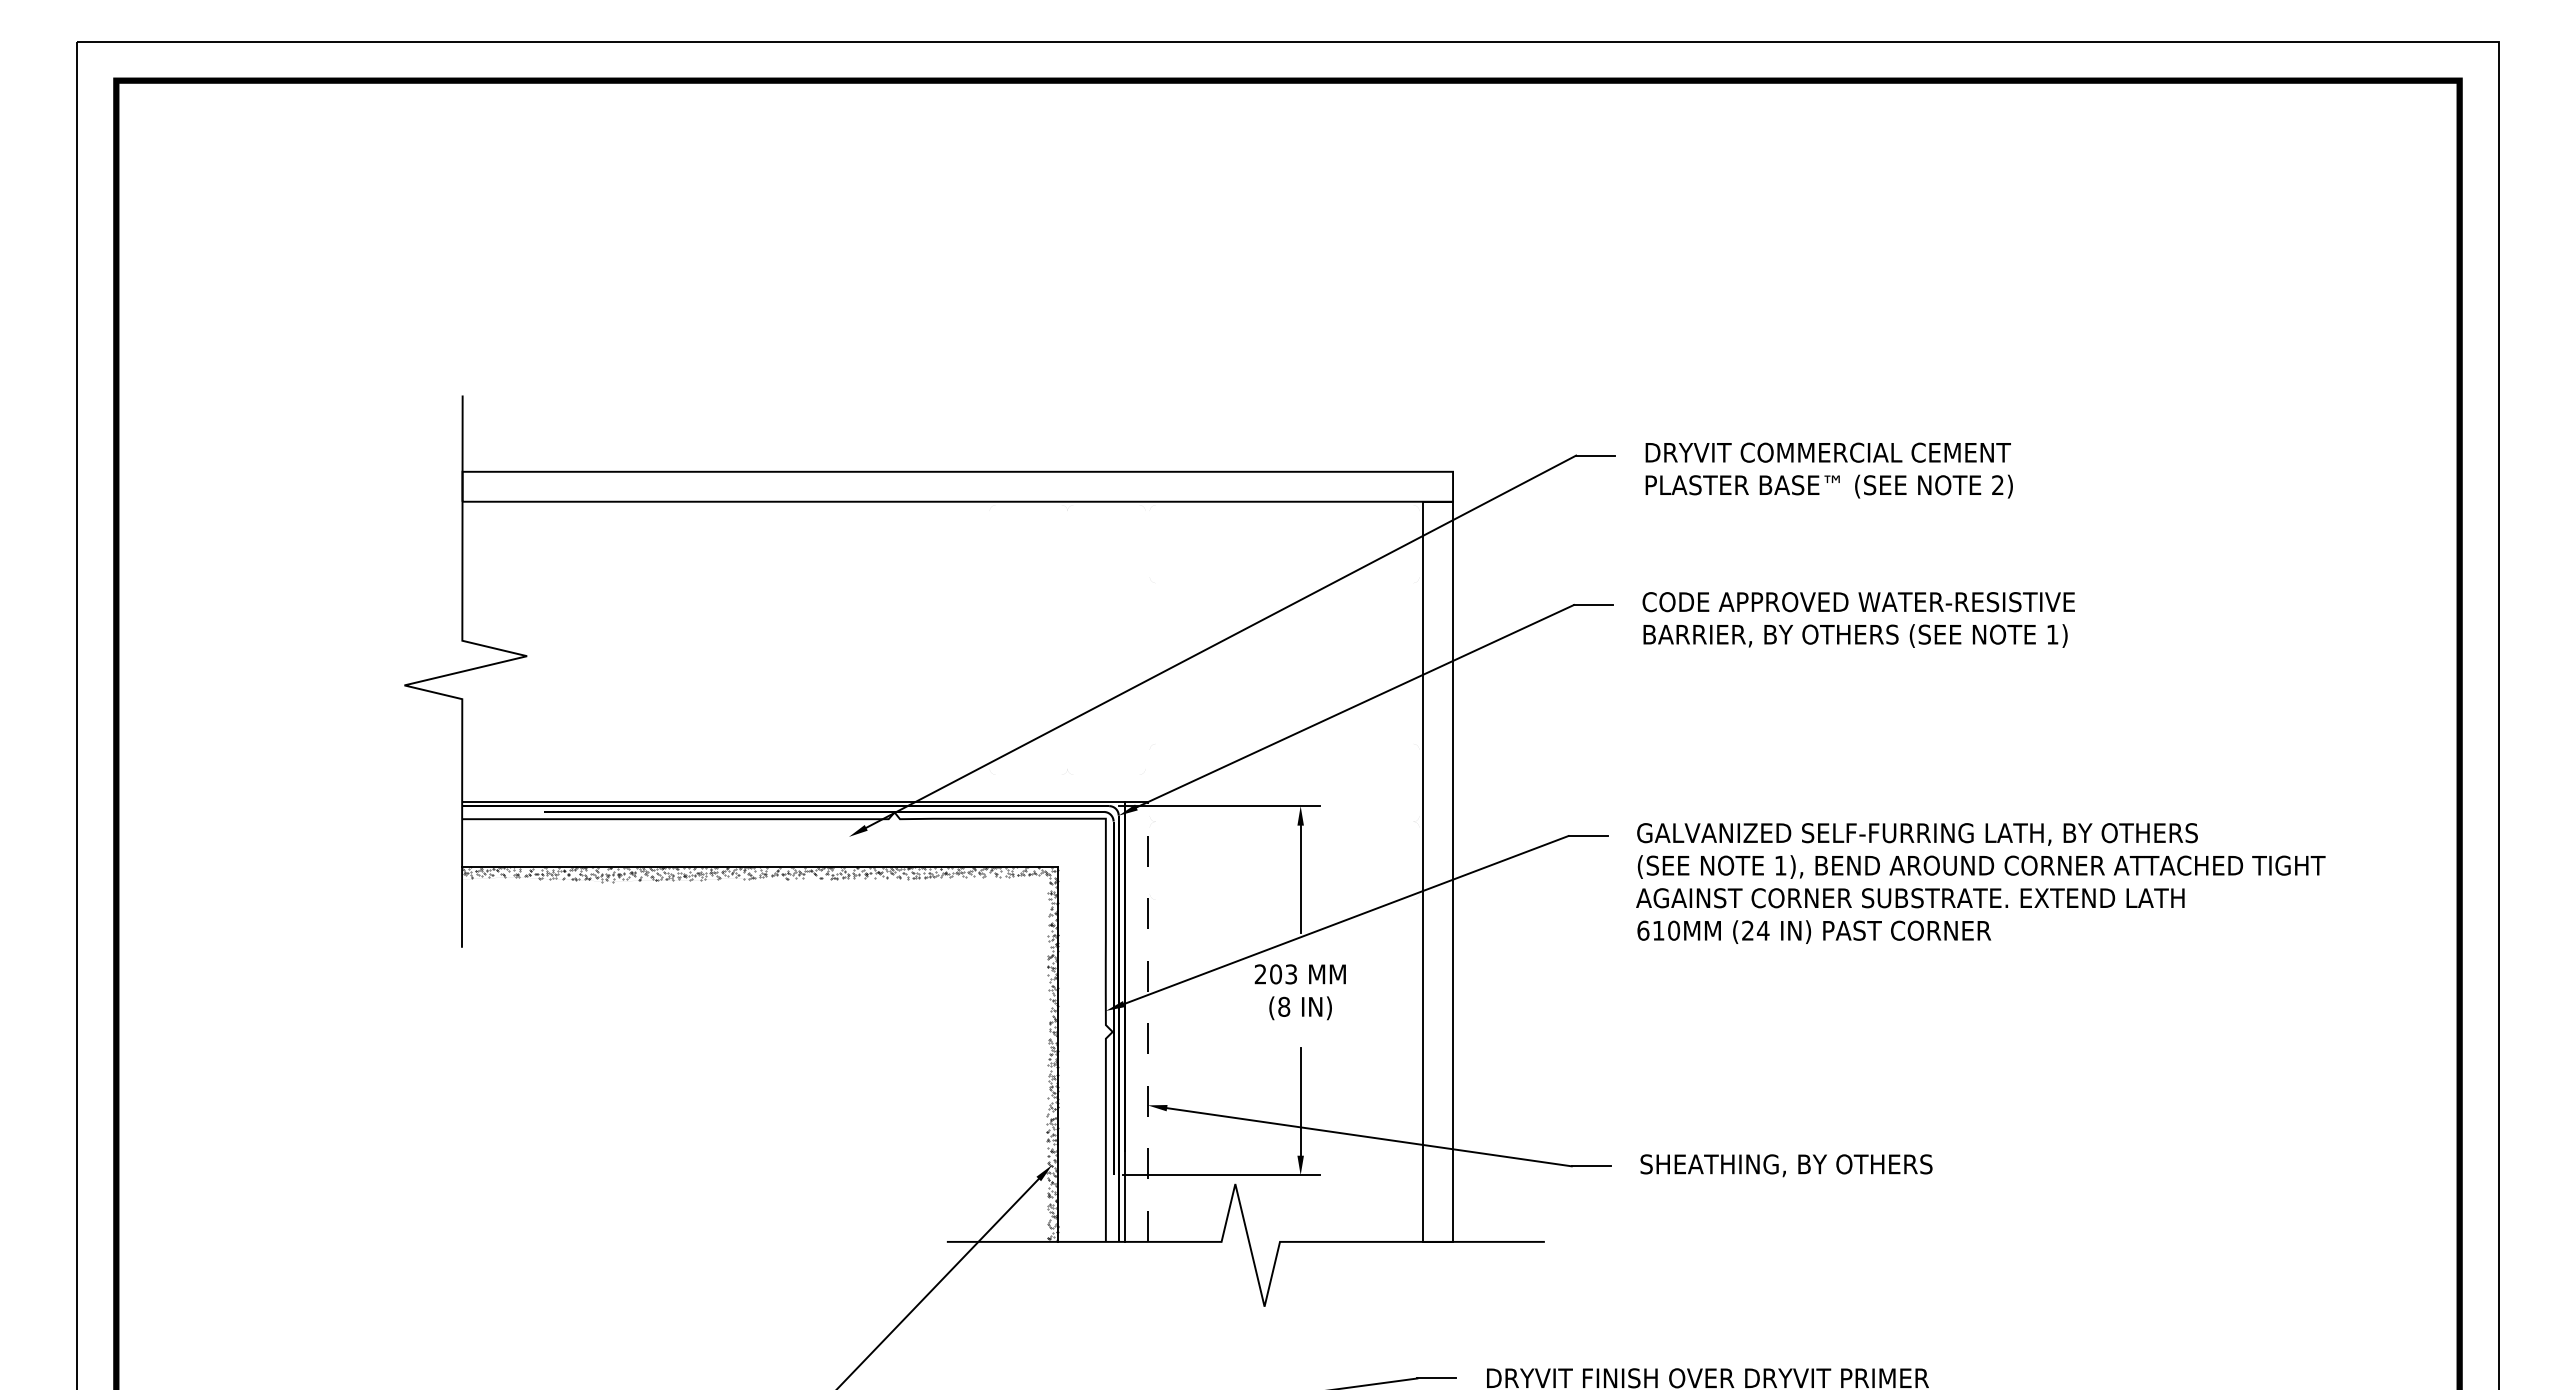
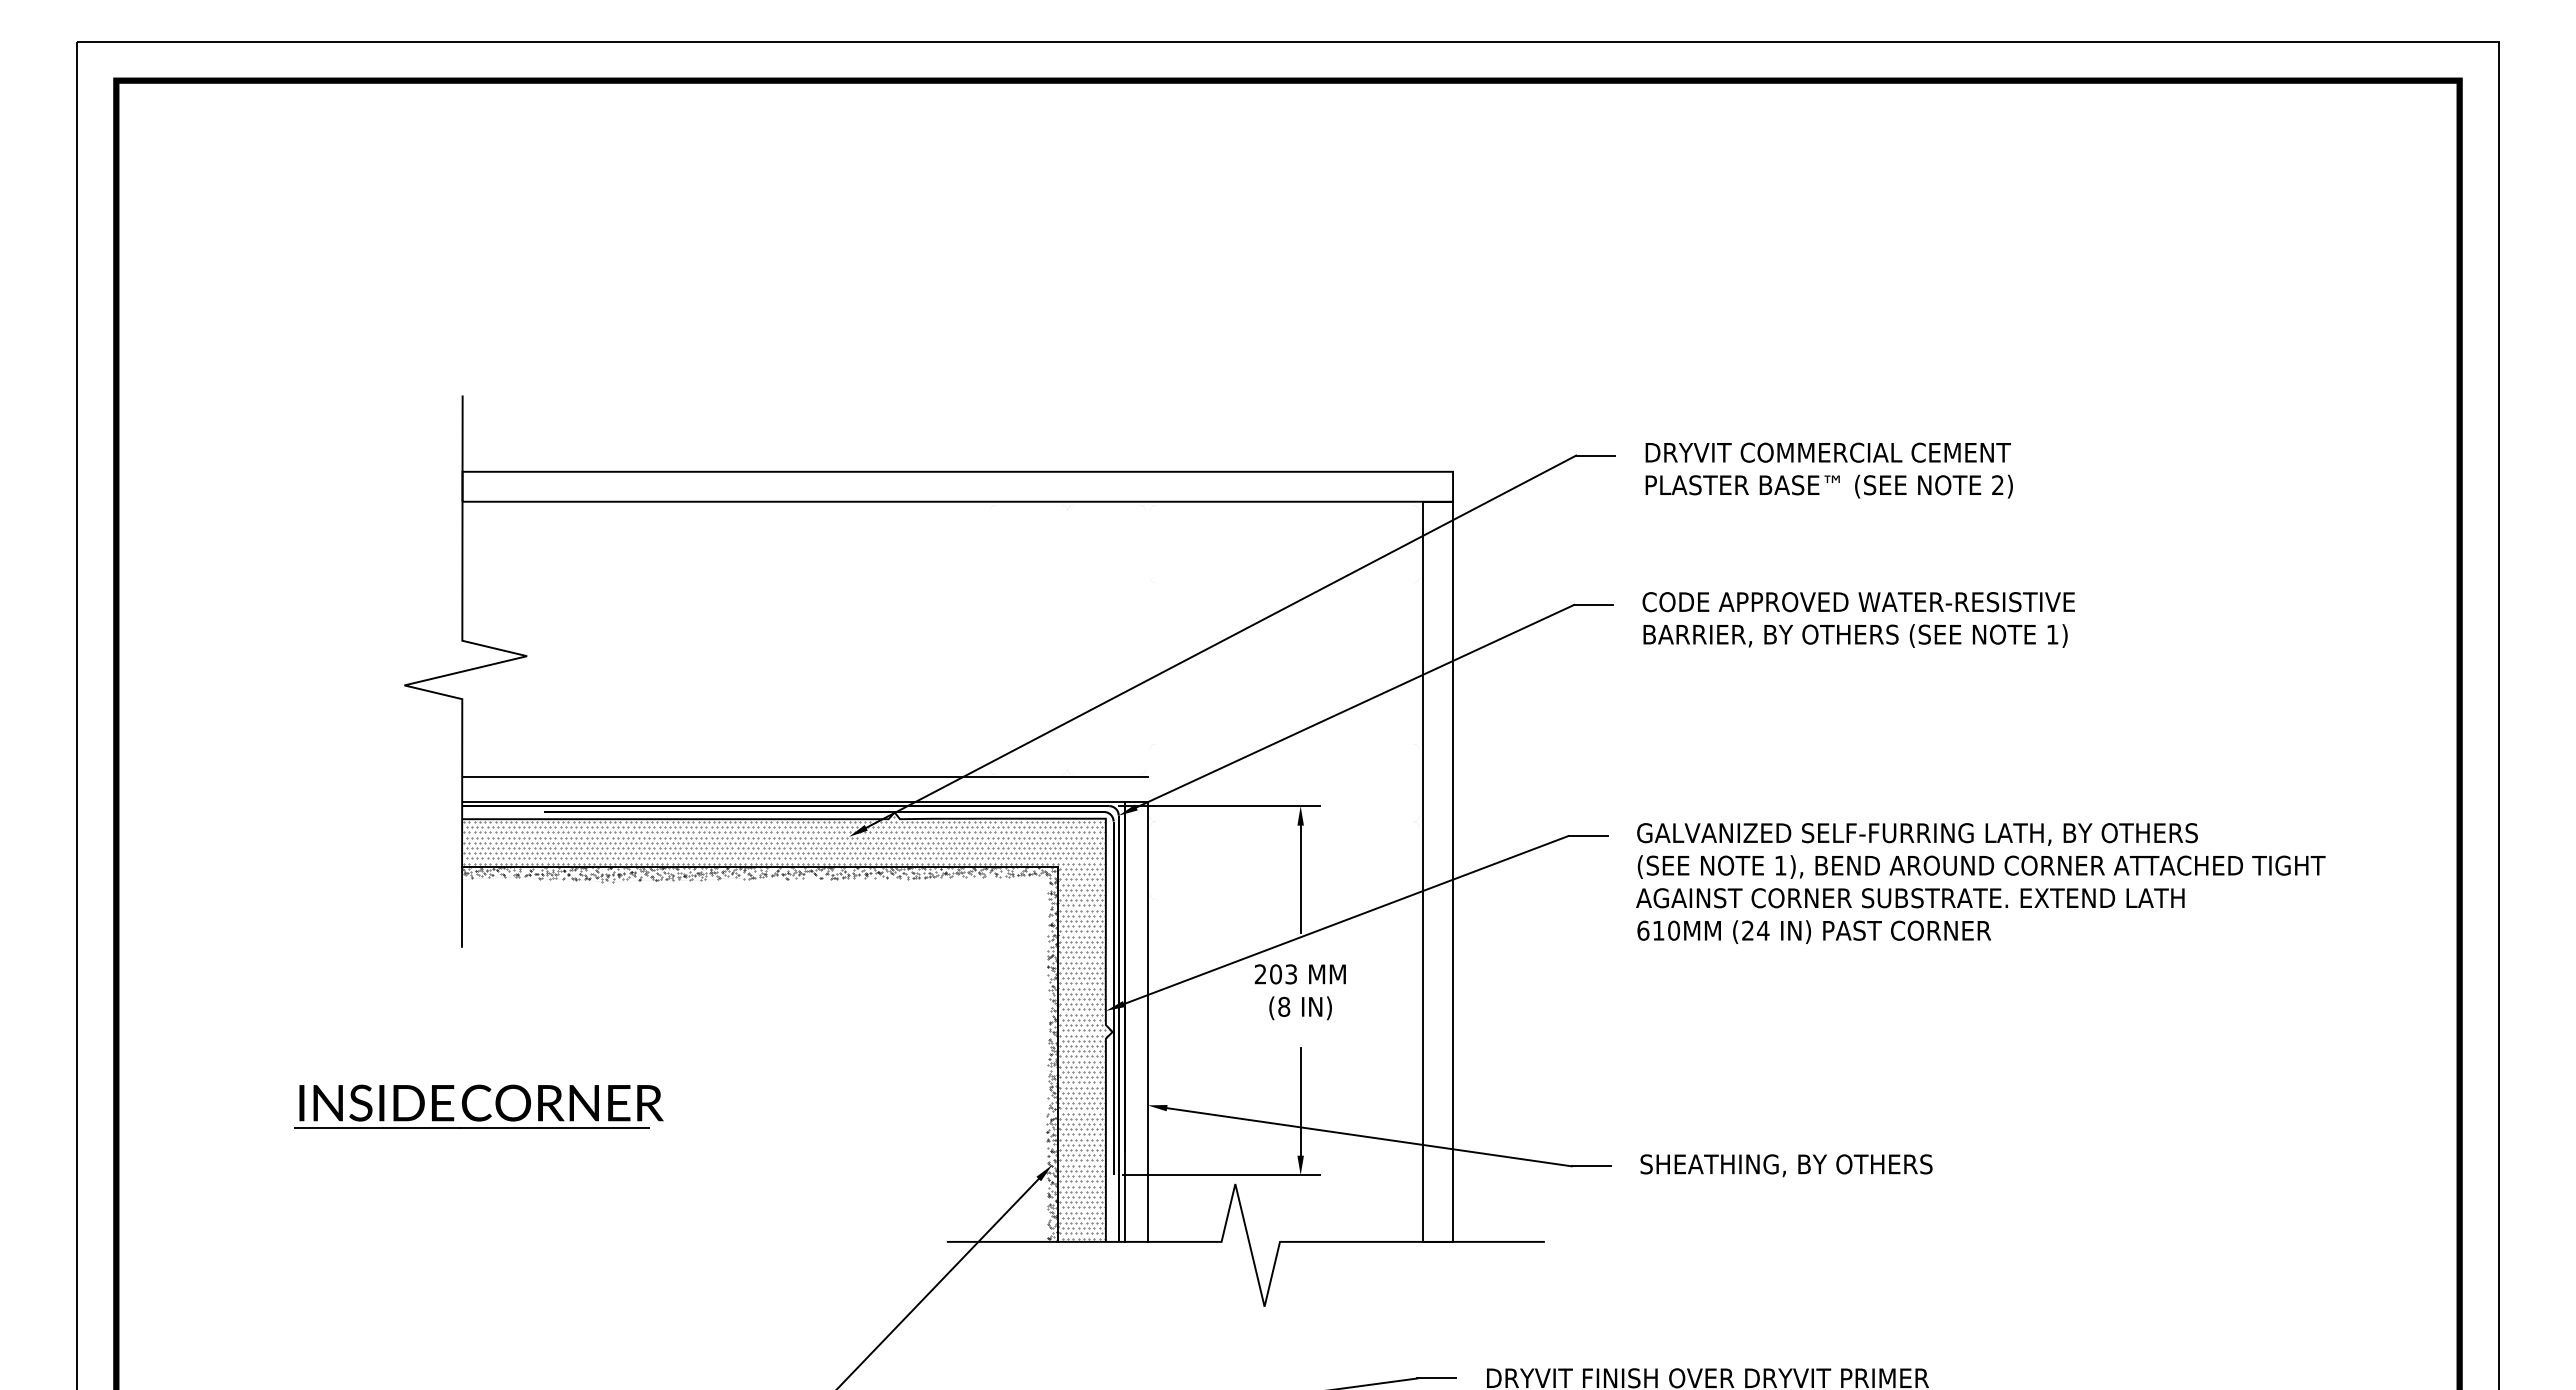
line at (804, 777): none -> present
line at (1147, 1021): dashed -> solid
hatch at (786, 1027): none -> present
part at (475, 1116): none -> present
